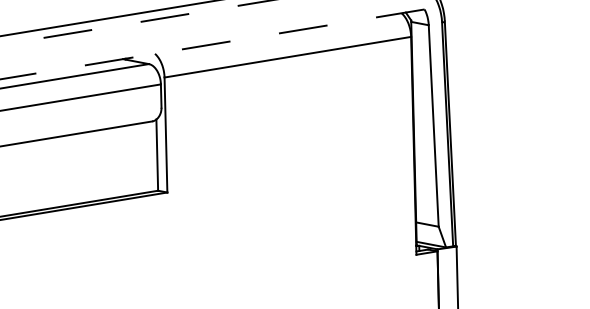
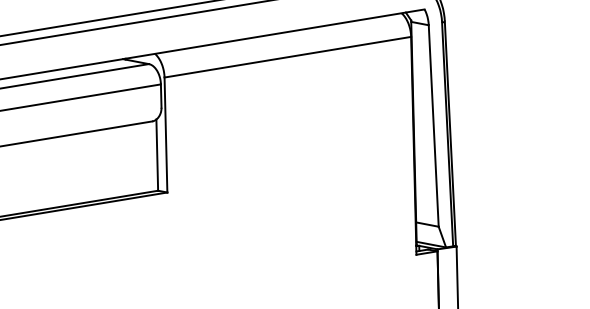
line at (136, 22): dashed -> solid
line at (212, 44): dashed -> solid
